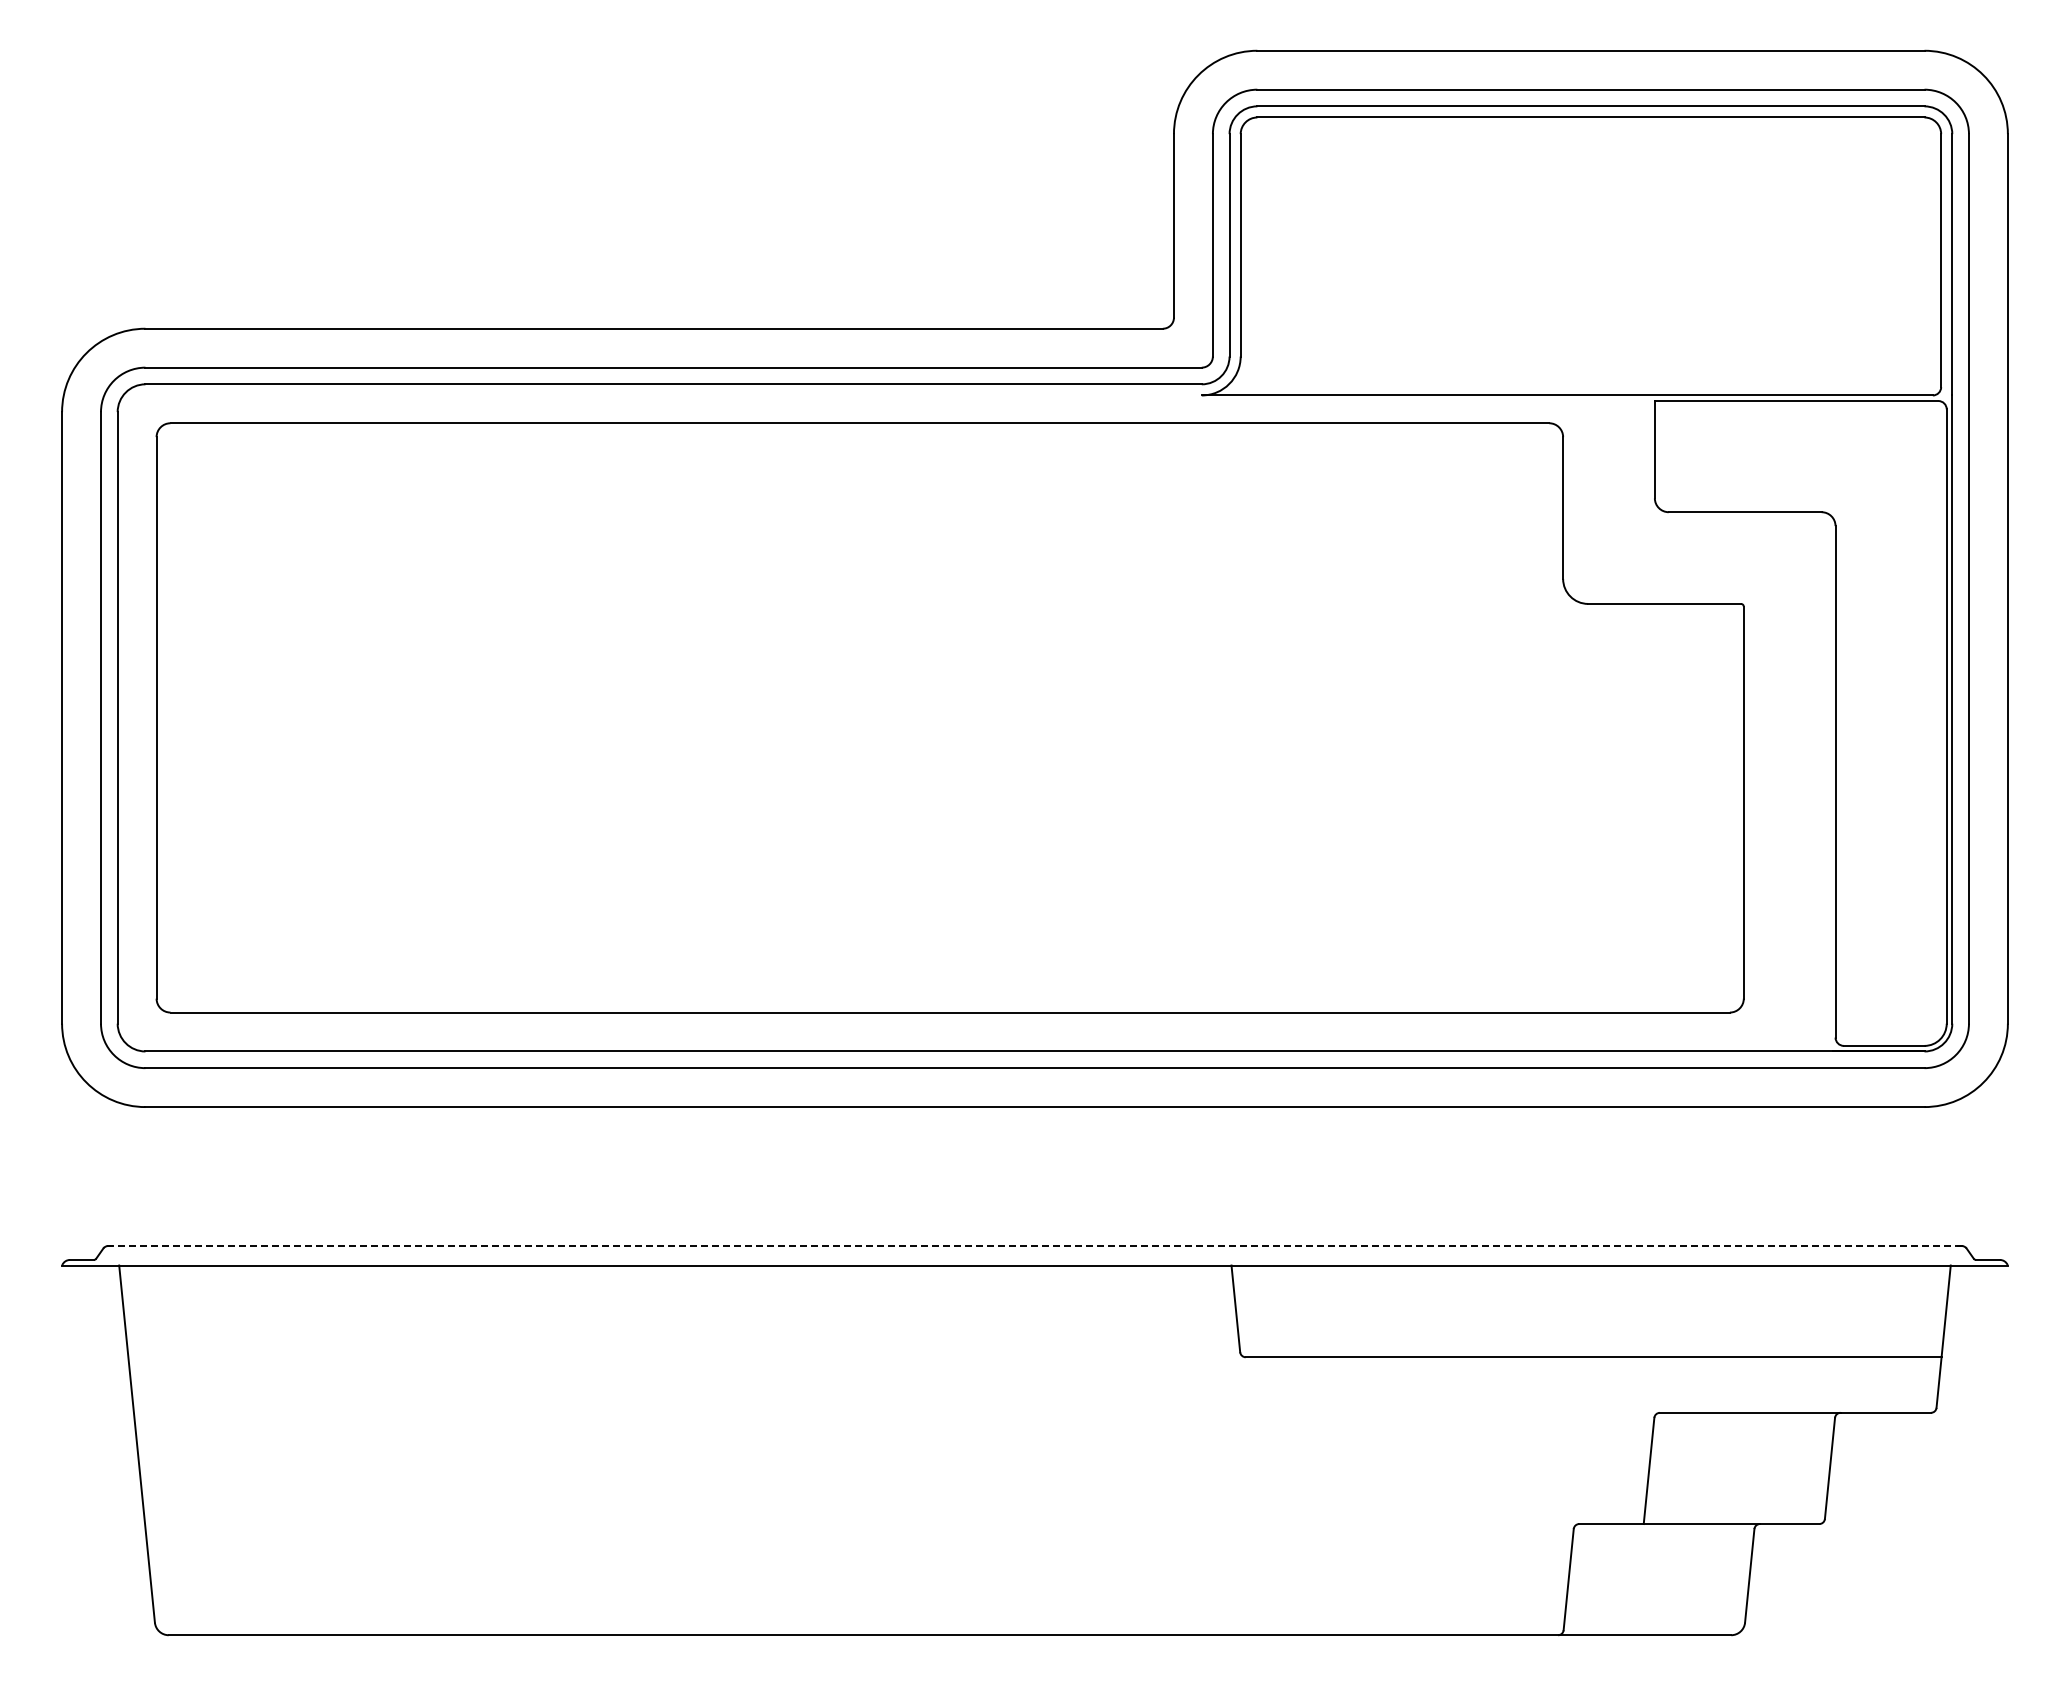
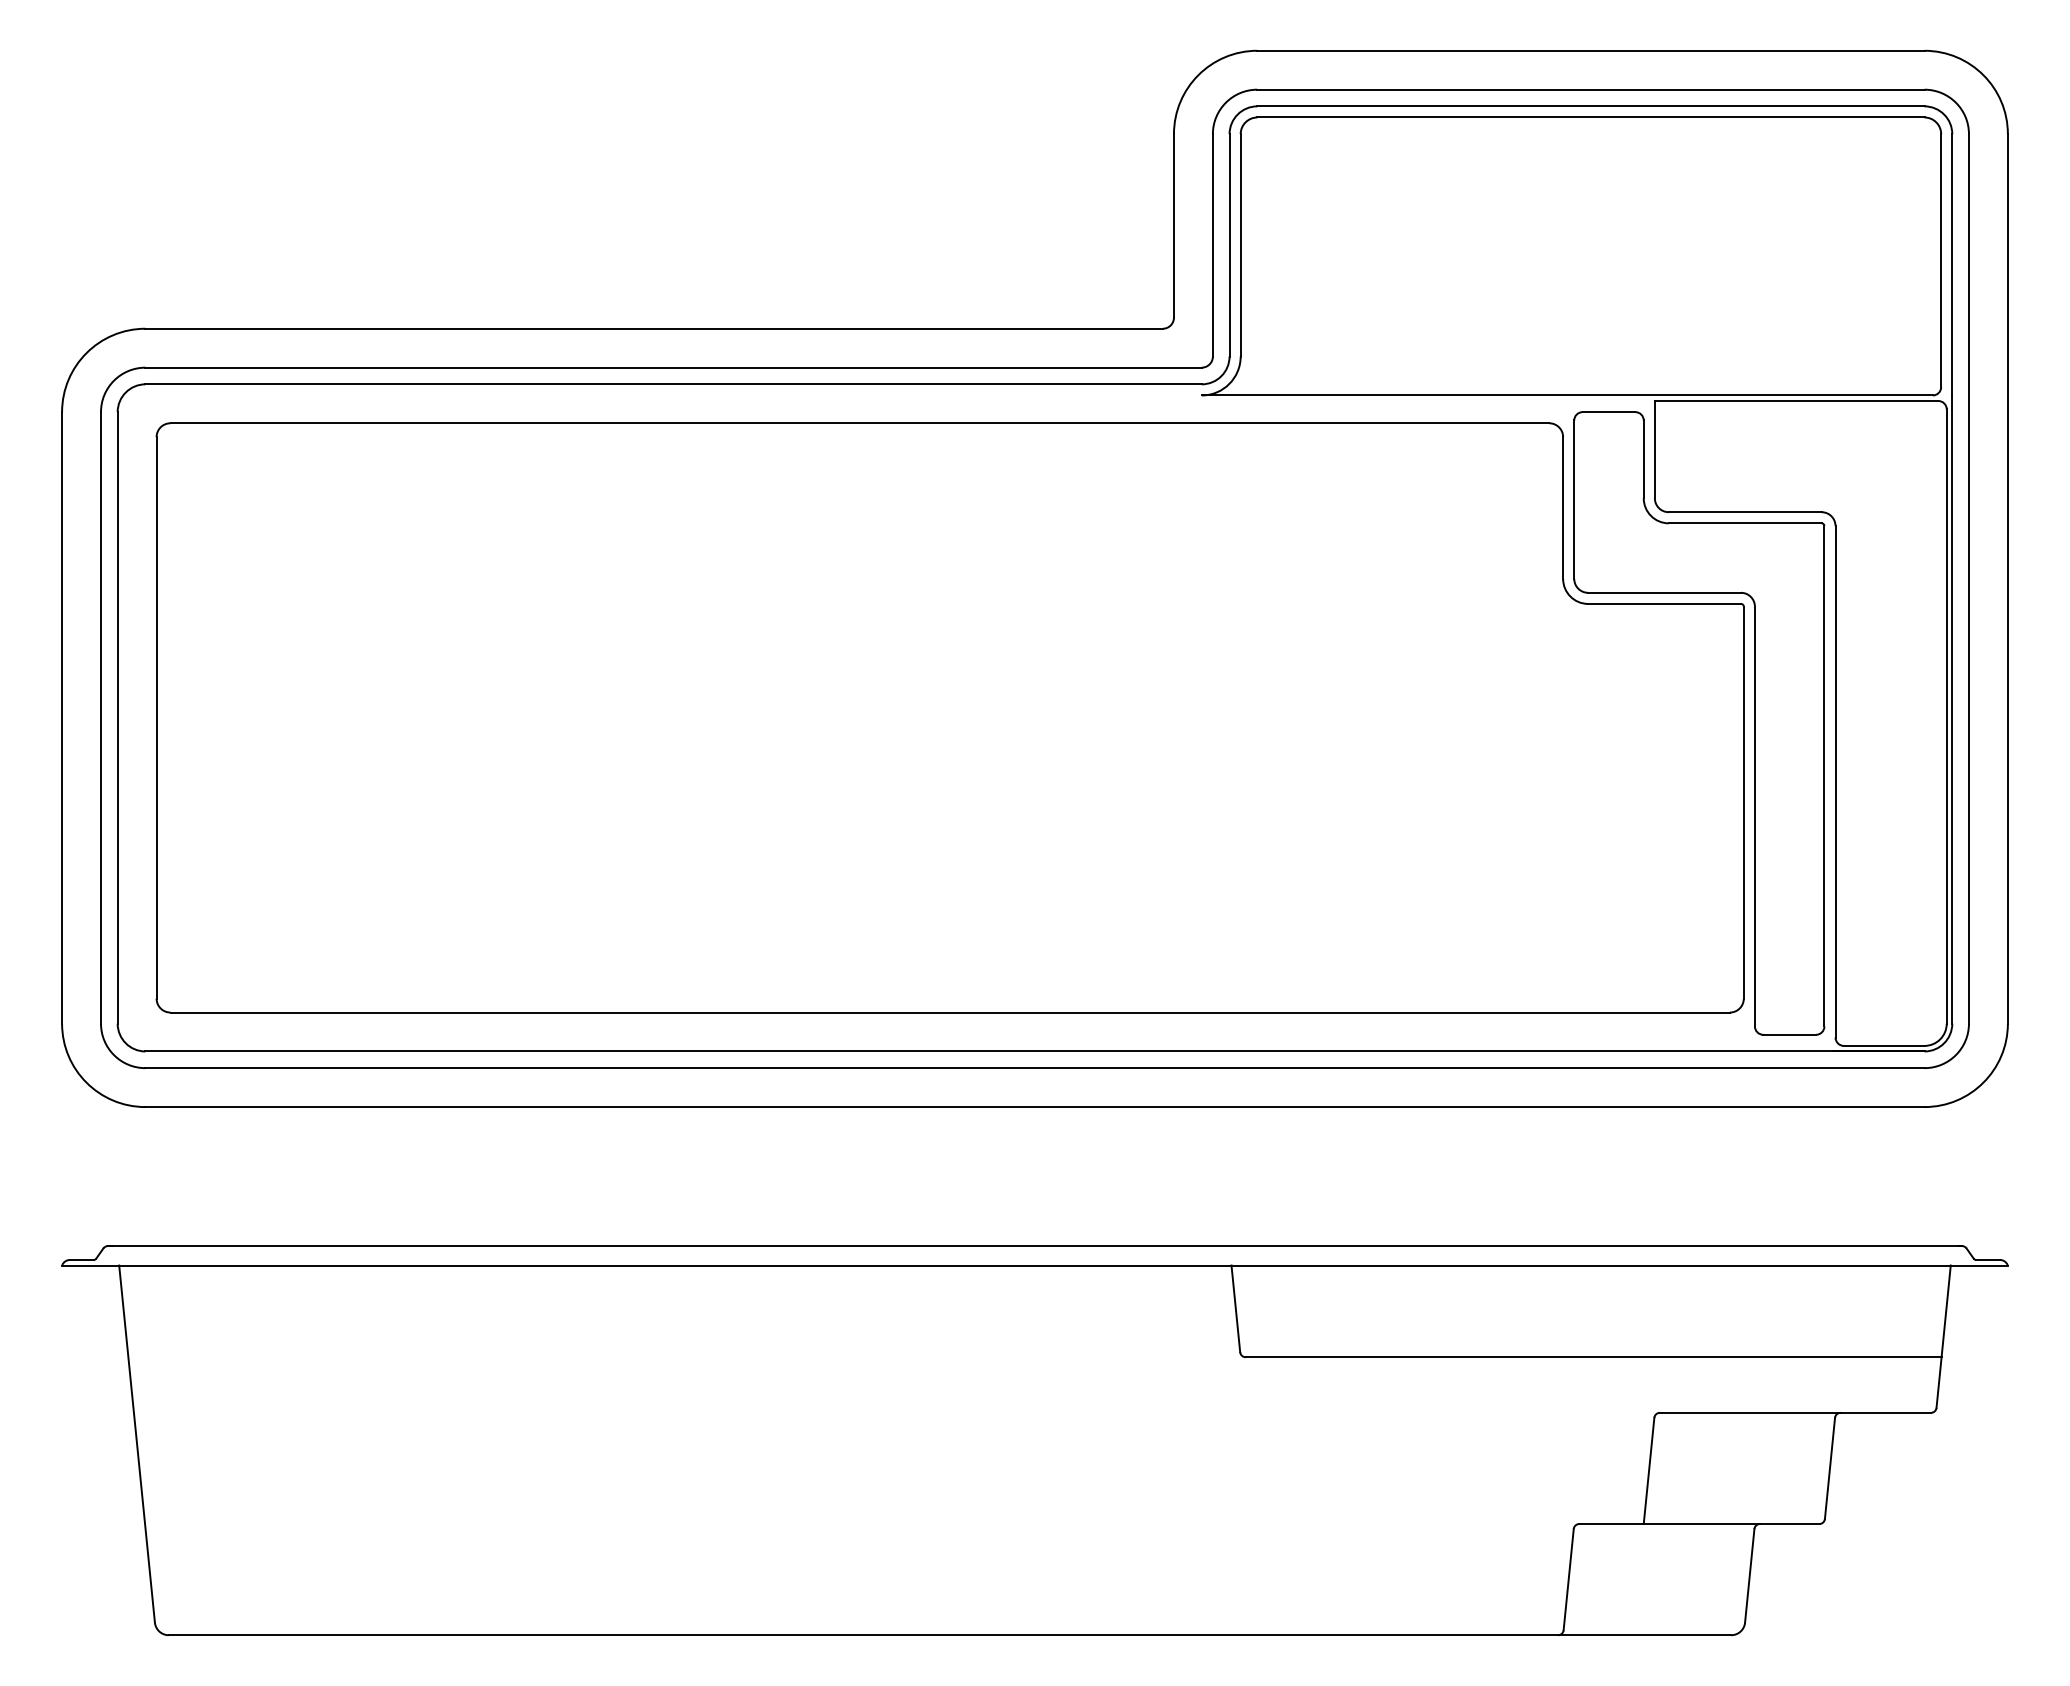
part at (1754, 723): none -> present
line at (1034, 1246): dashed -> solid
